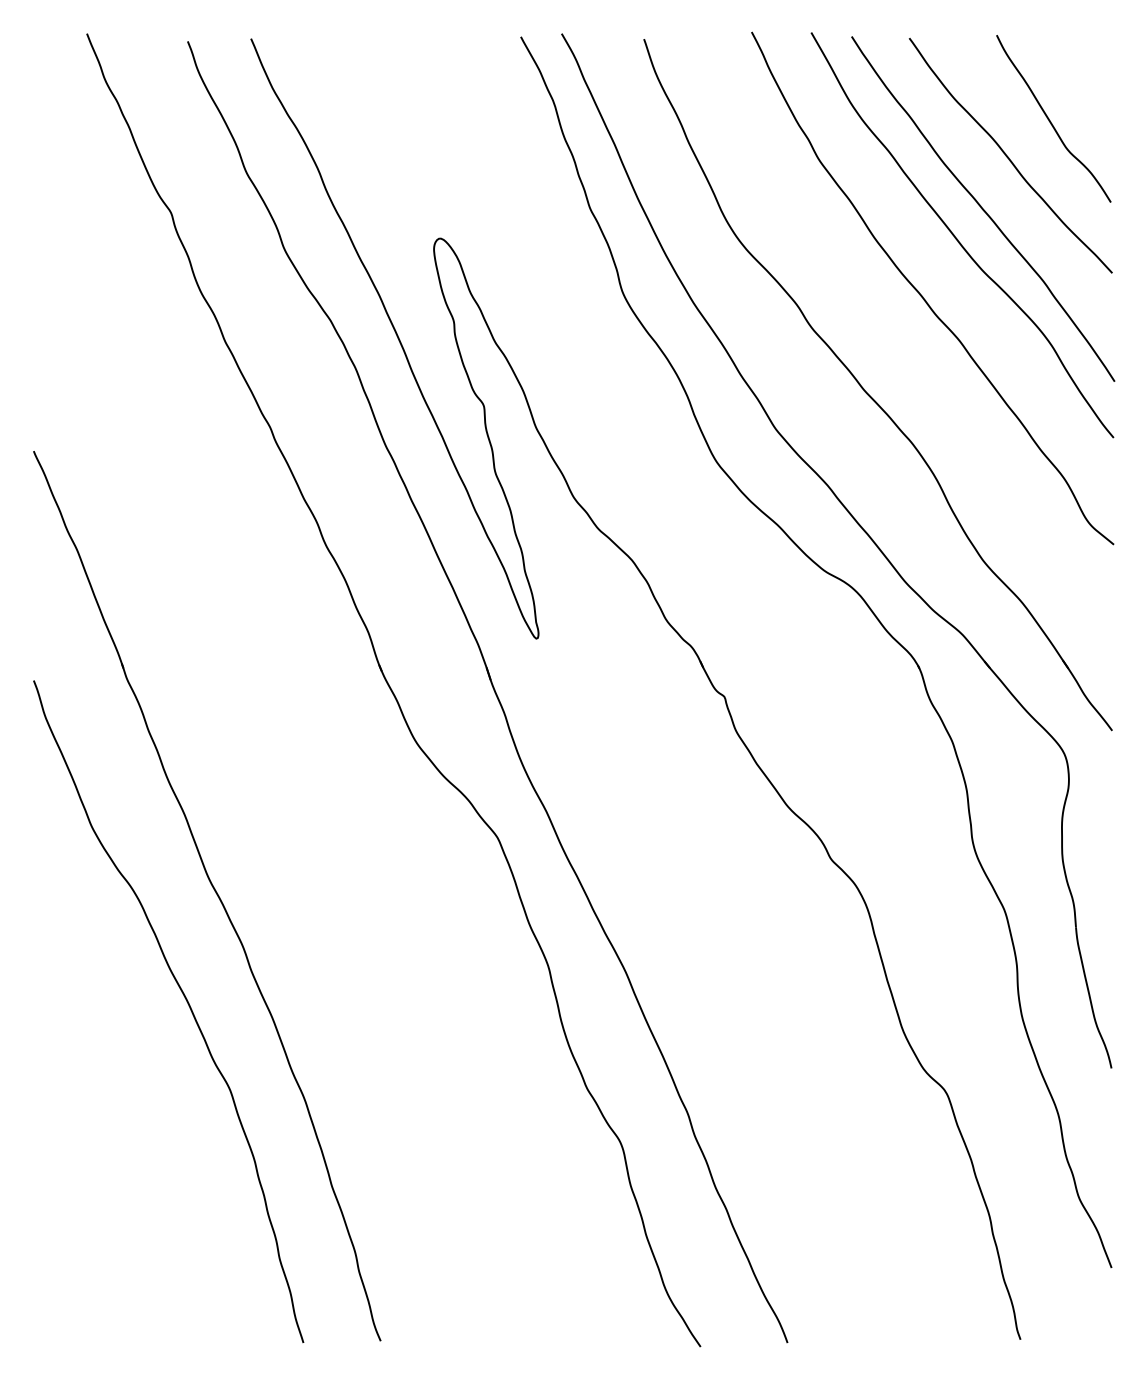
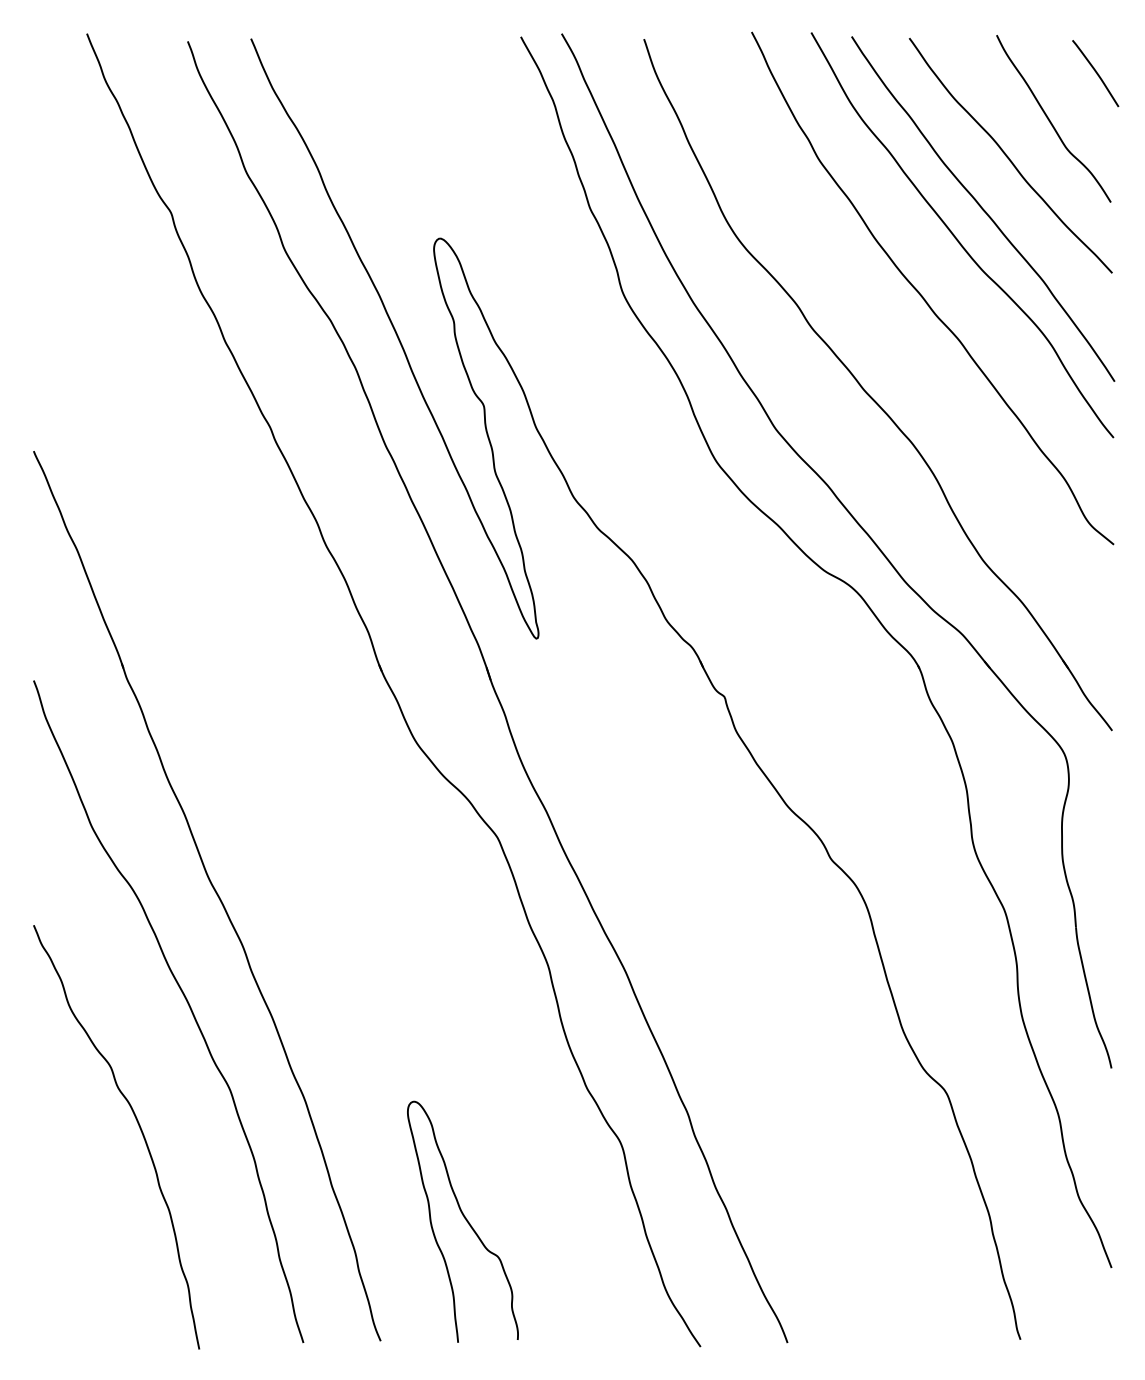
curve at (1095, 72): none -> present
curve at (138, 1126): none -> present
curve at (465, 1220): none -> present
